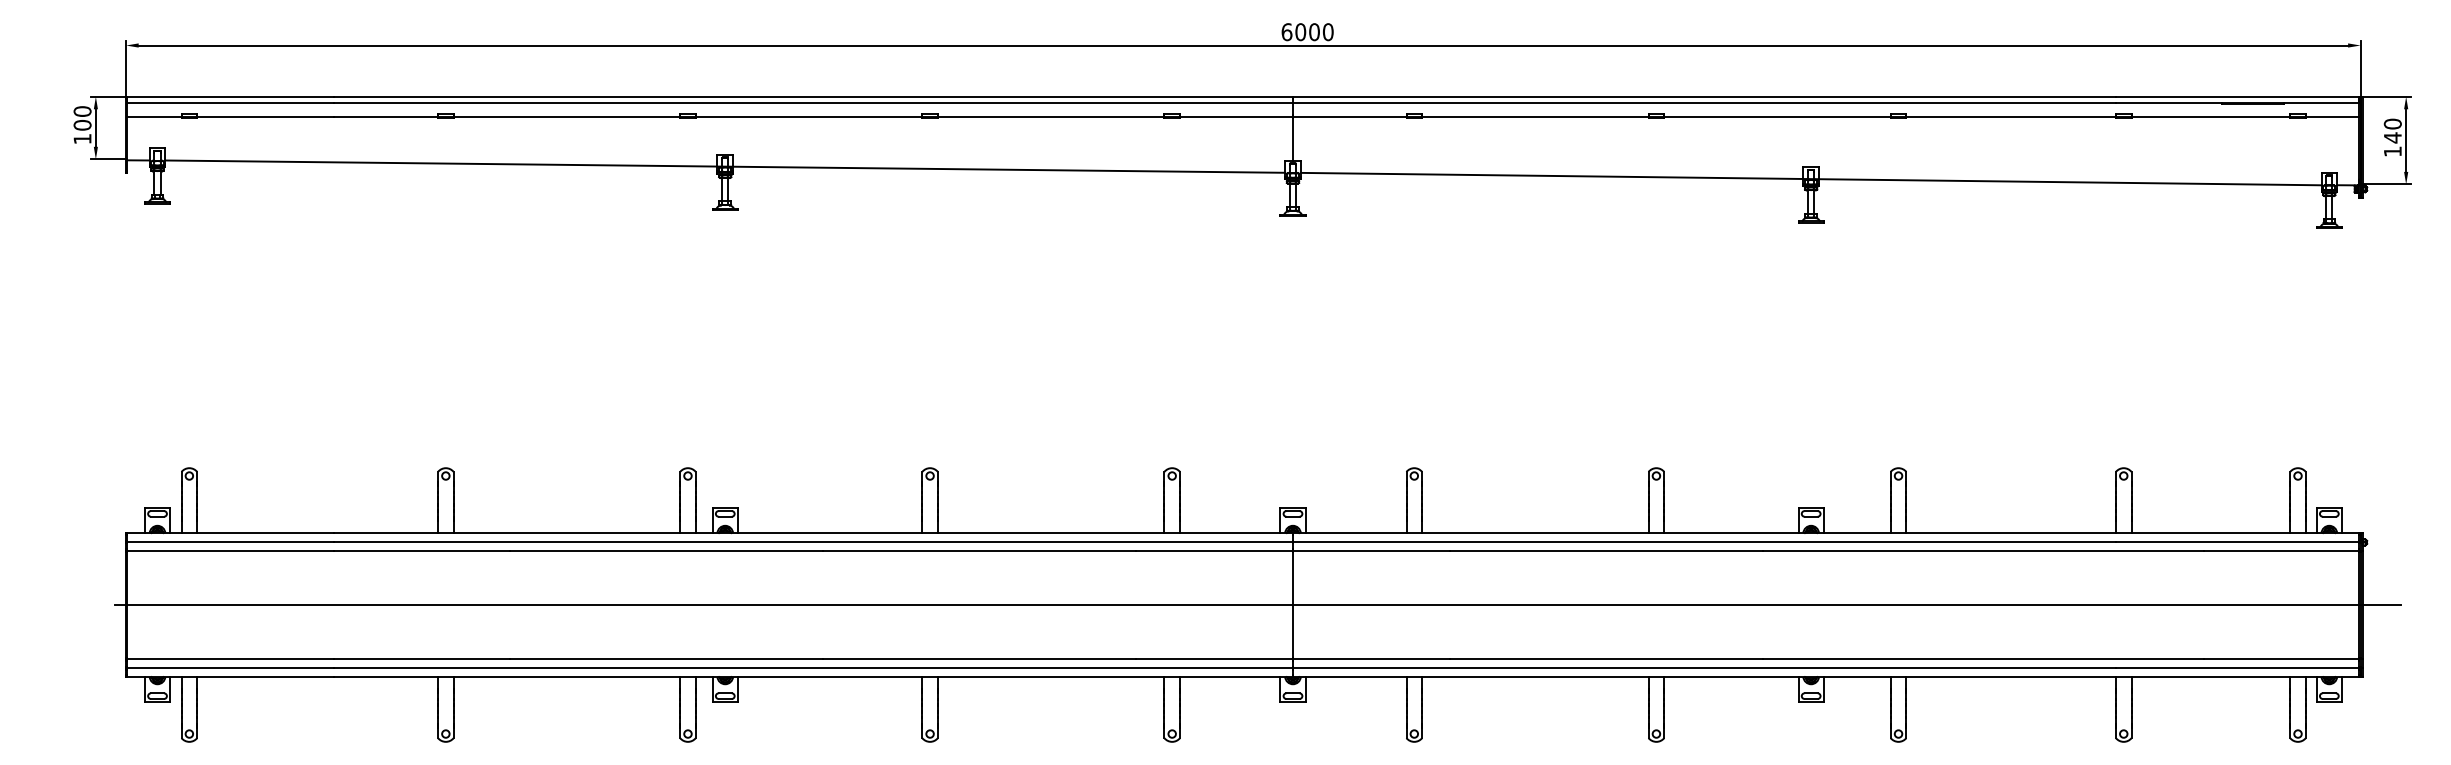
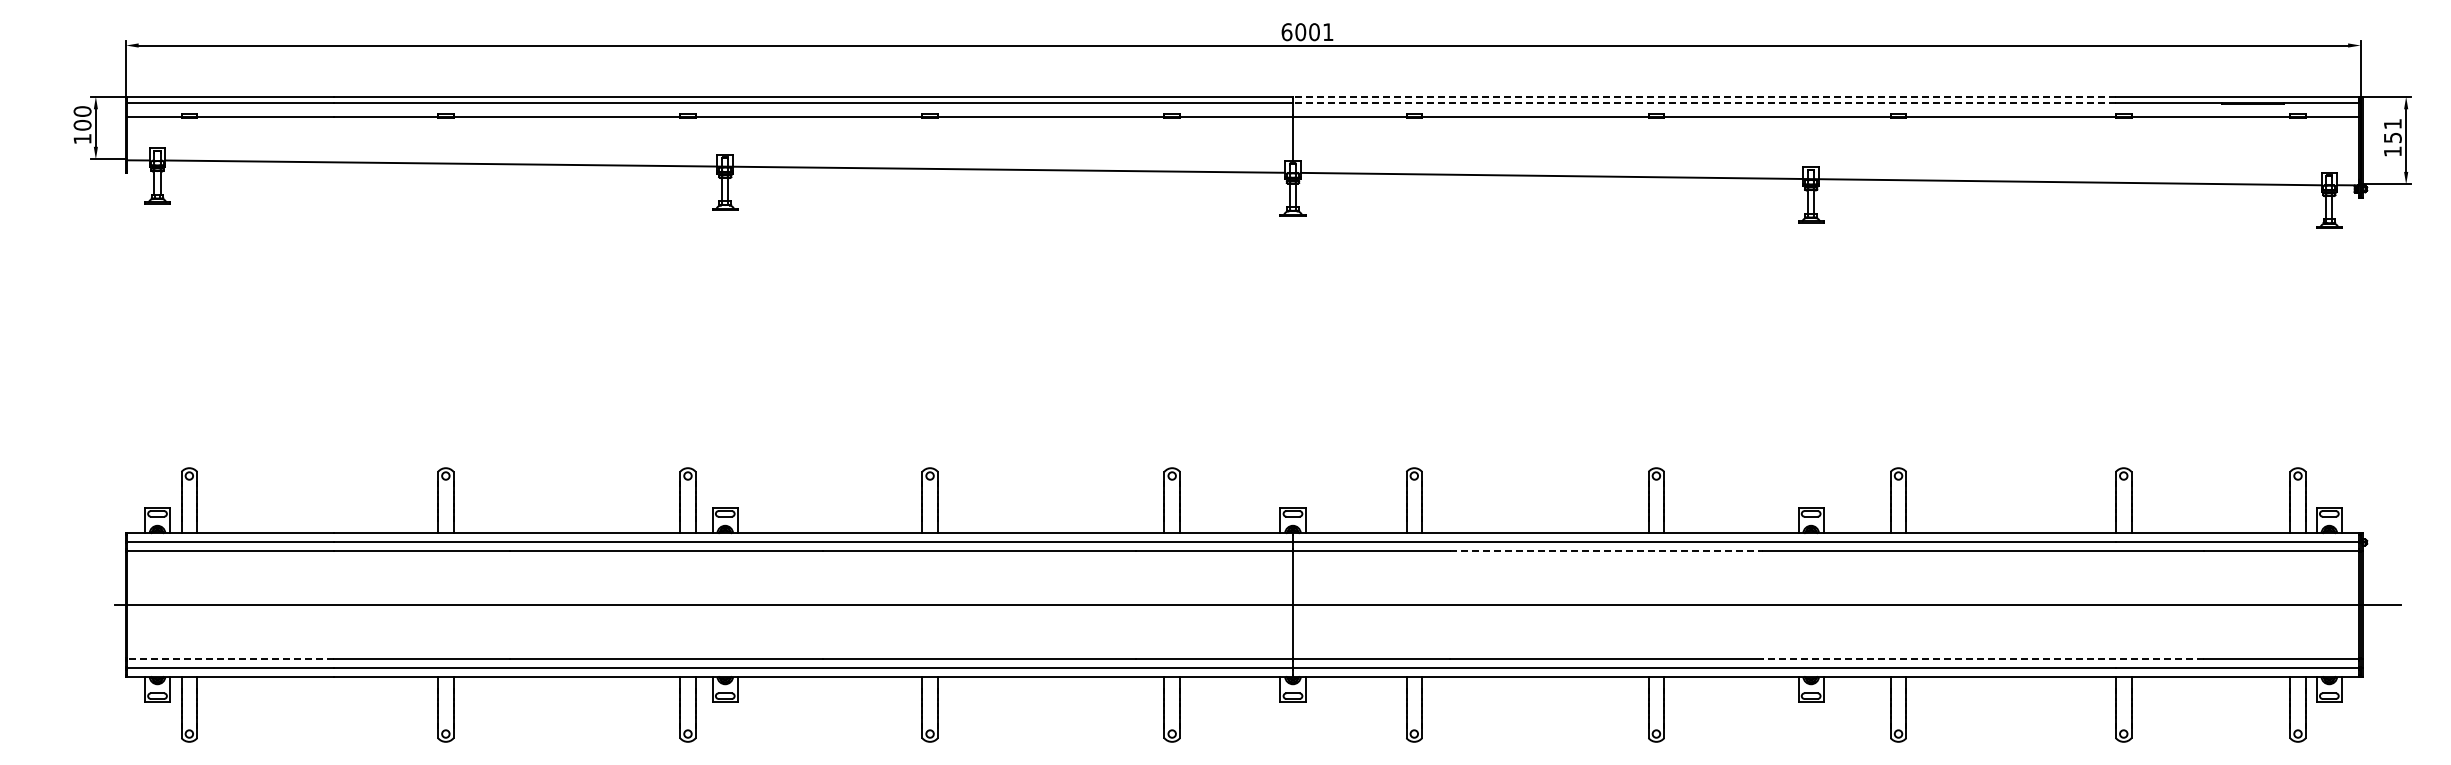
text at (1327, 32): 6000 -> 6001
line at (1703, 96): solid -> dashed
line at (1703, 103): solid -> dashed
text at (2392, 130): 140 -> 151
line at (1606, 551): solid -> dashed
line at (230, 658): solid -> dashed
line at (1983, 658): solid -> dashed
